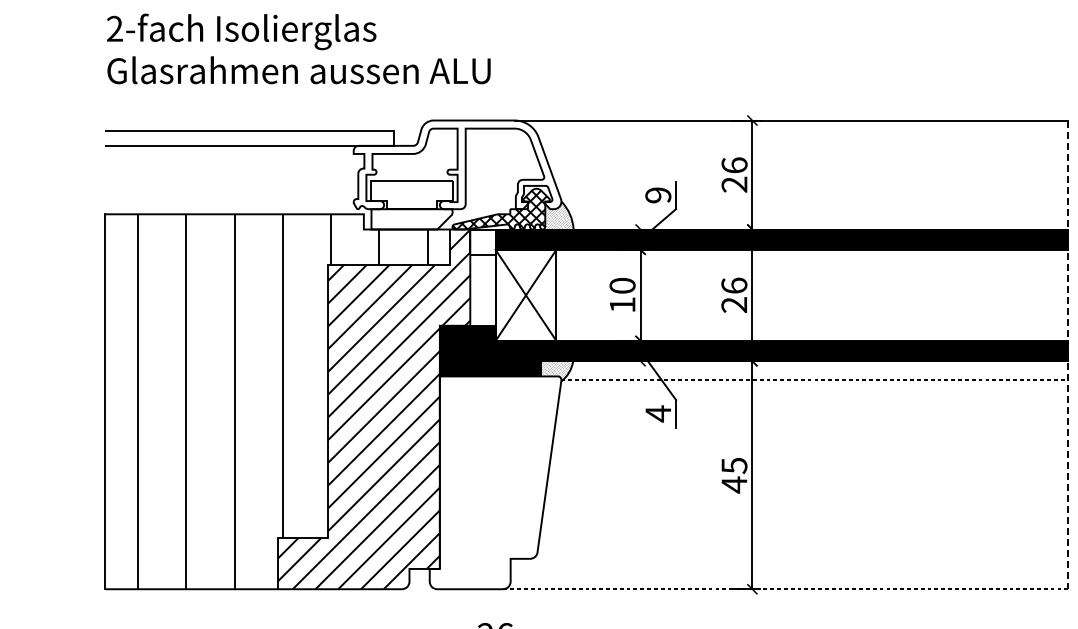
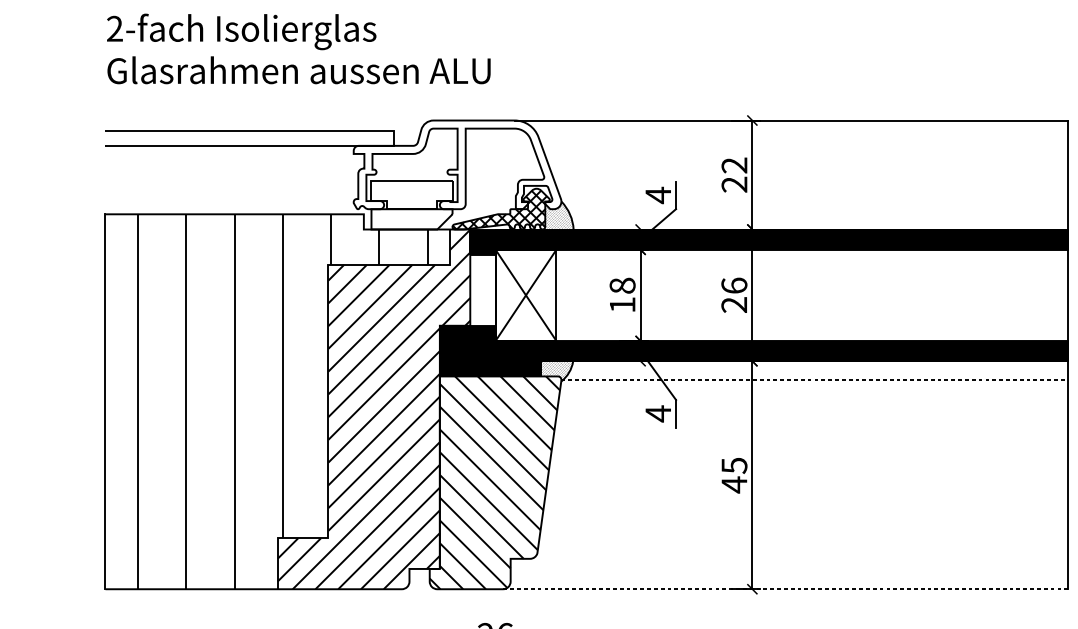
text at (734, 165): 26 -> 22
text at (658, 195): 9 -> 4
fill at (482, 241): none -> present
text at (622, 285): 10 -> 18
line at (1068, 355): dashed -> solid
hatch at (494, 482): none -> present
